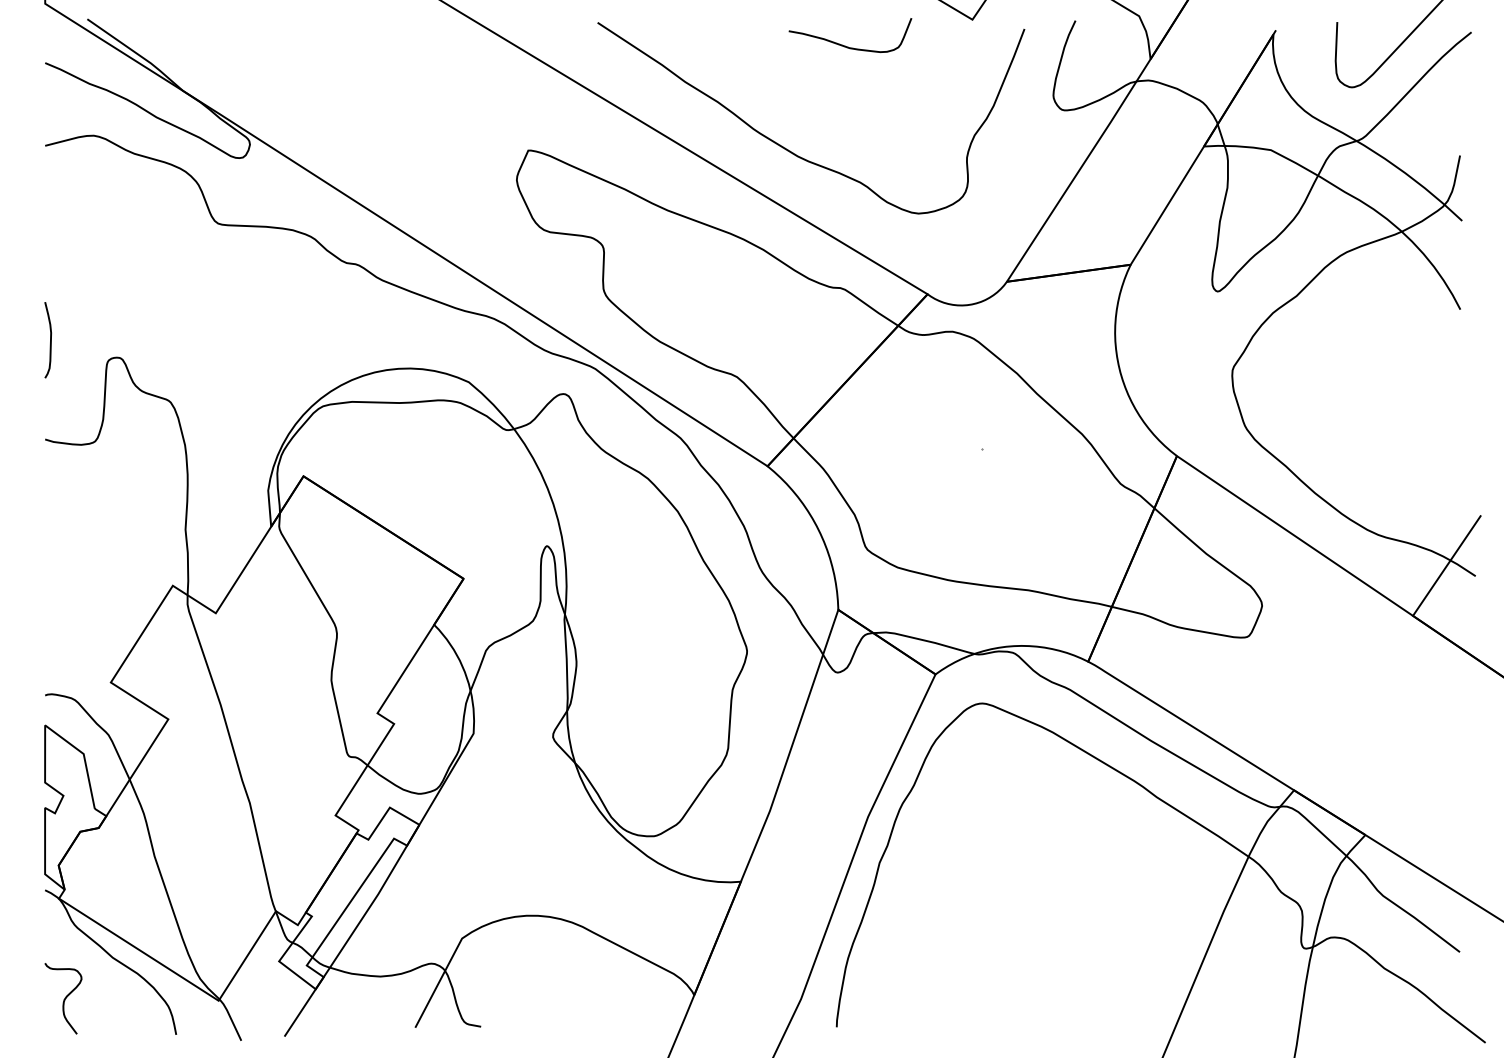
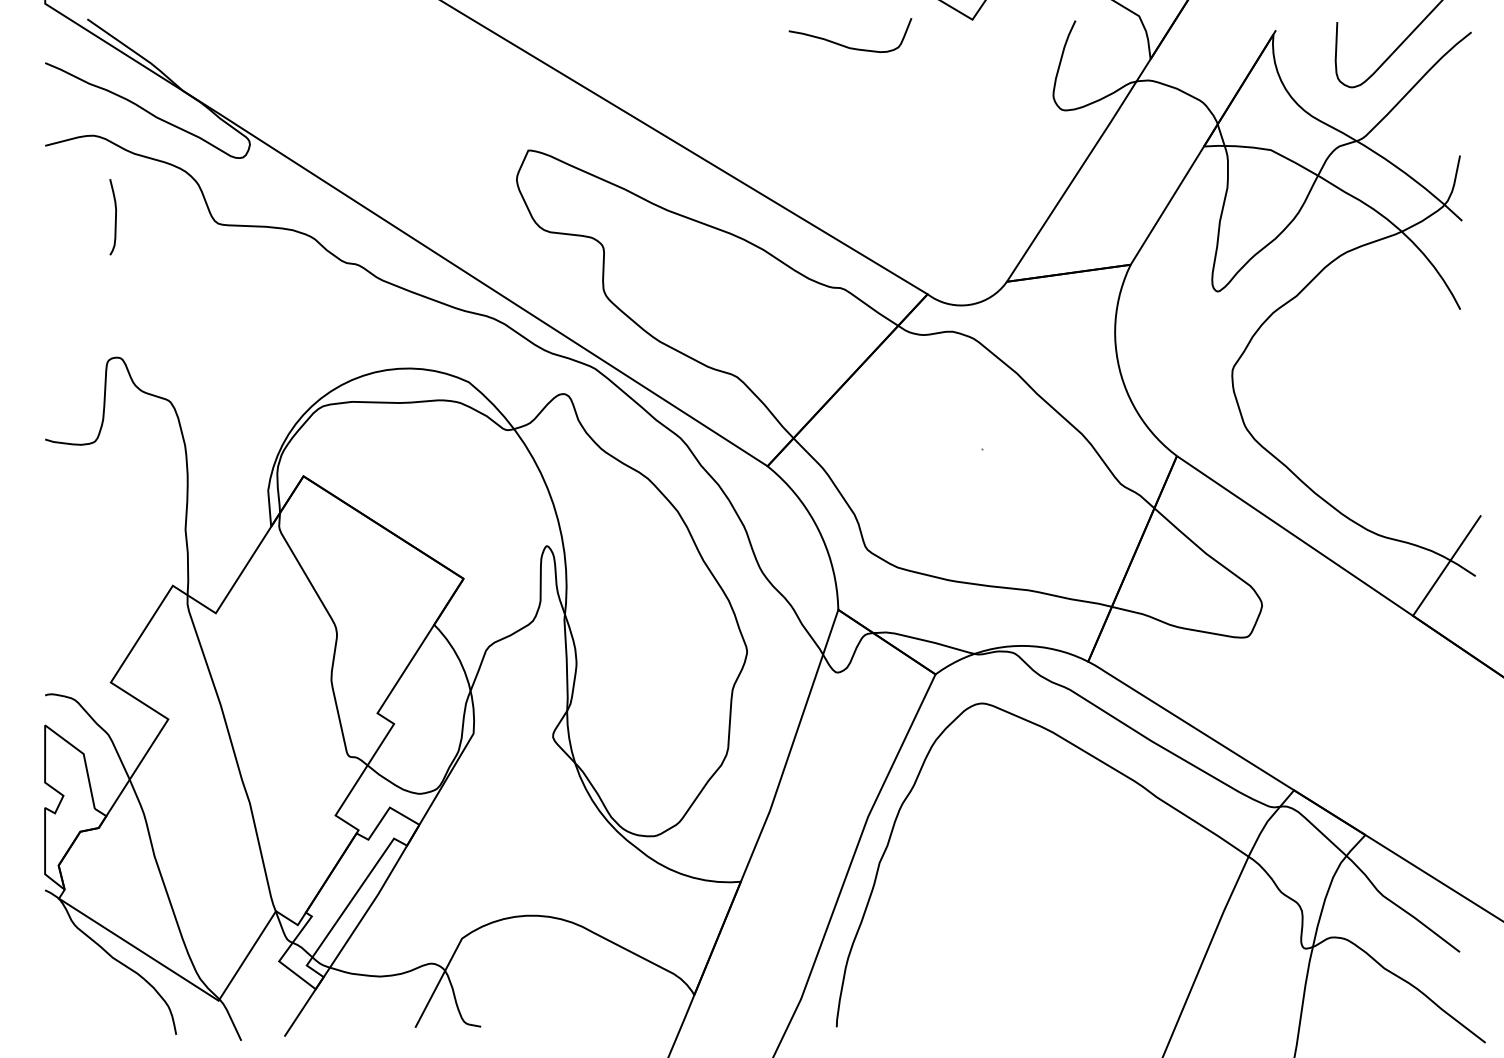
curve at (790, 150): present -> none
curve at (50, 340) position: (50, 340) -> (115, 217)
curve at (64, 998): present -> none
